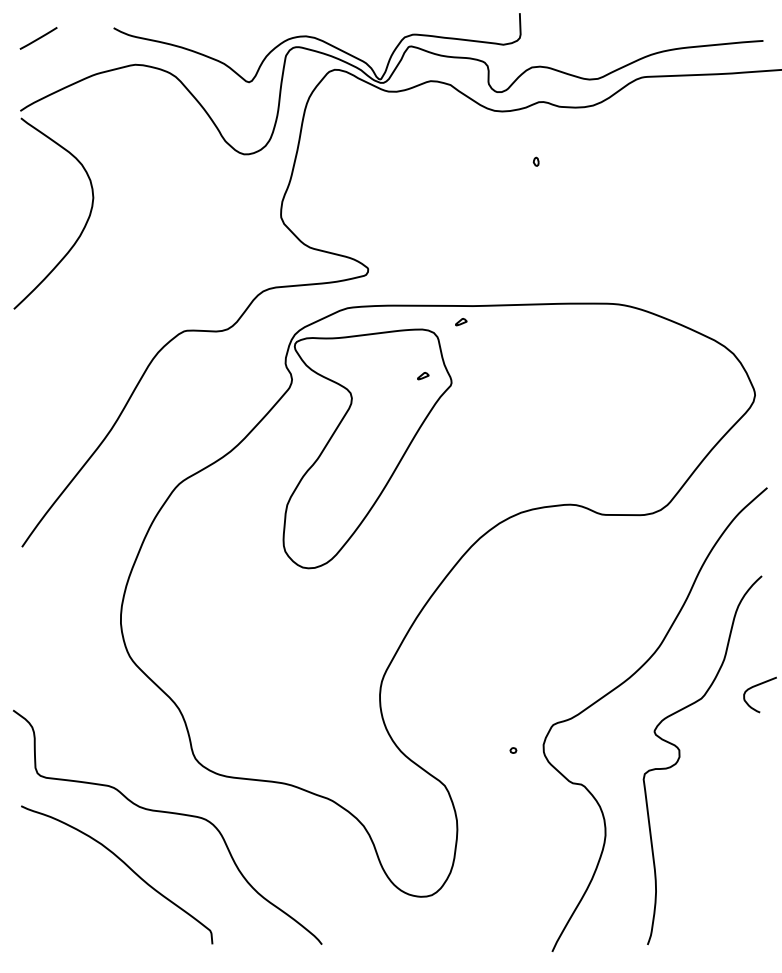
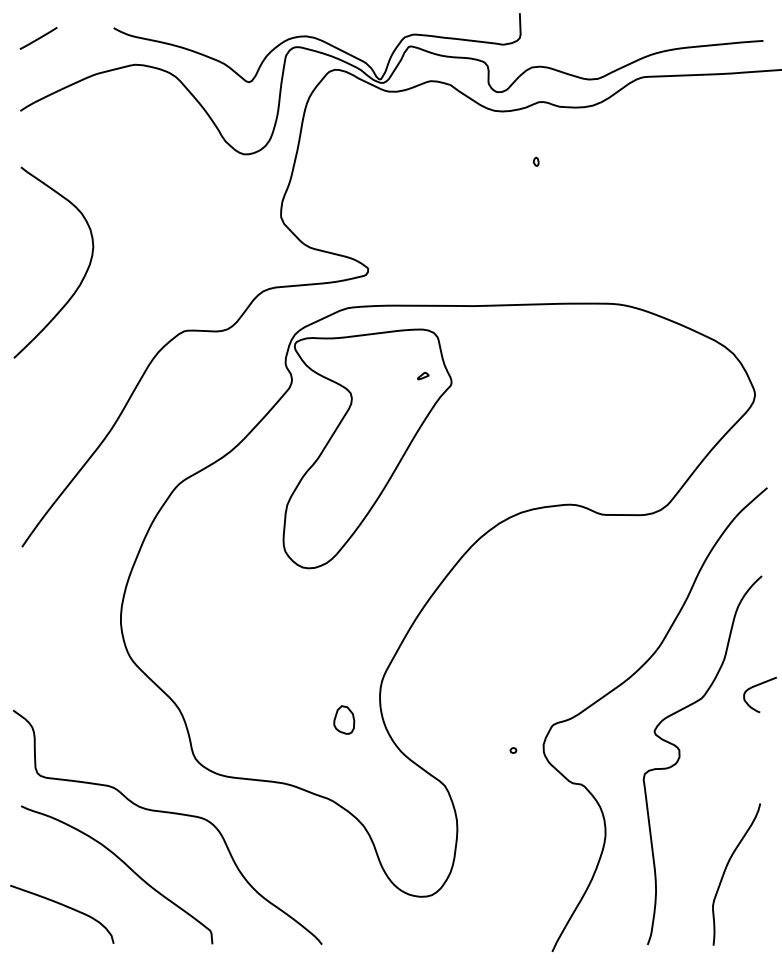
curve at (80, 232) position: (80, 232) -> (80, 281)
part at (461, 322): present -> none
part at (344, 719): none -> present
curve at (726, 869): none -> present
curve at (63, 906): none -> present
